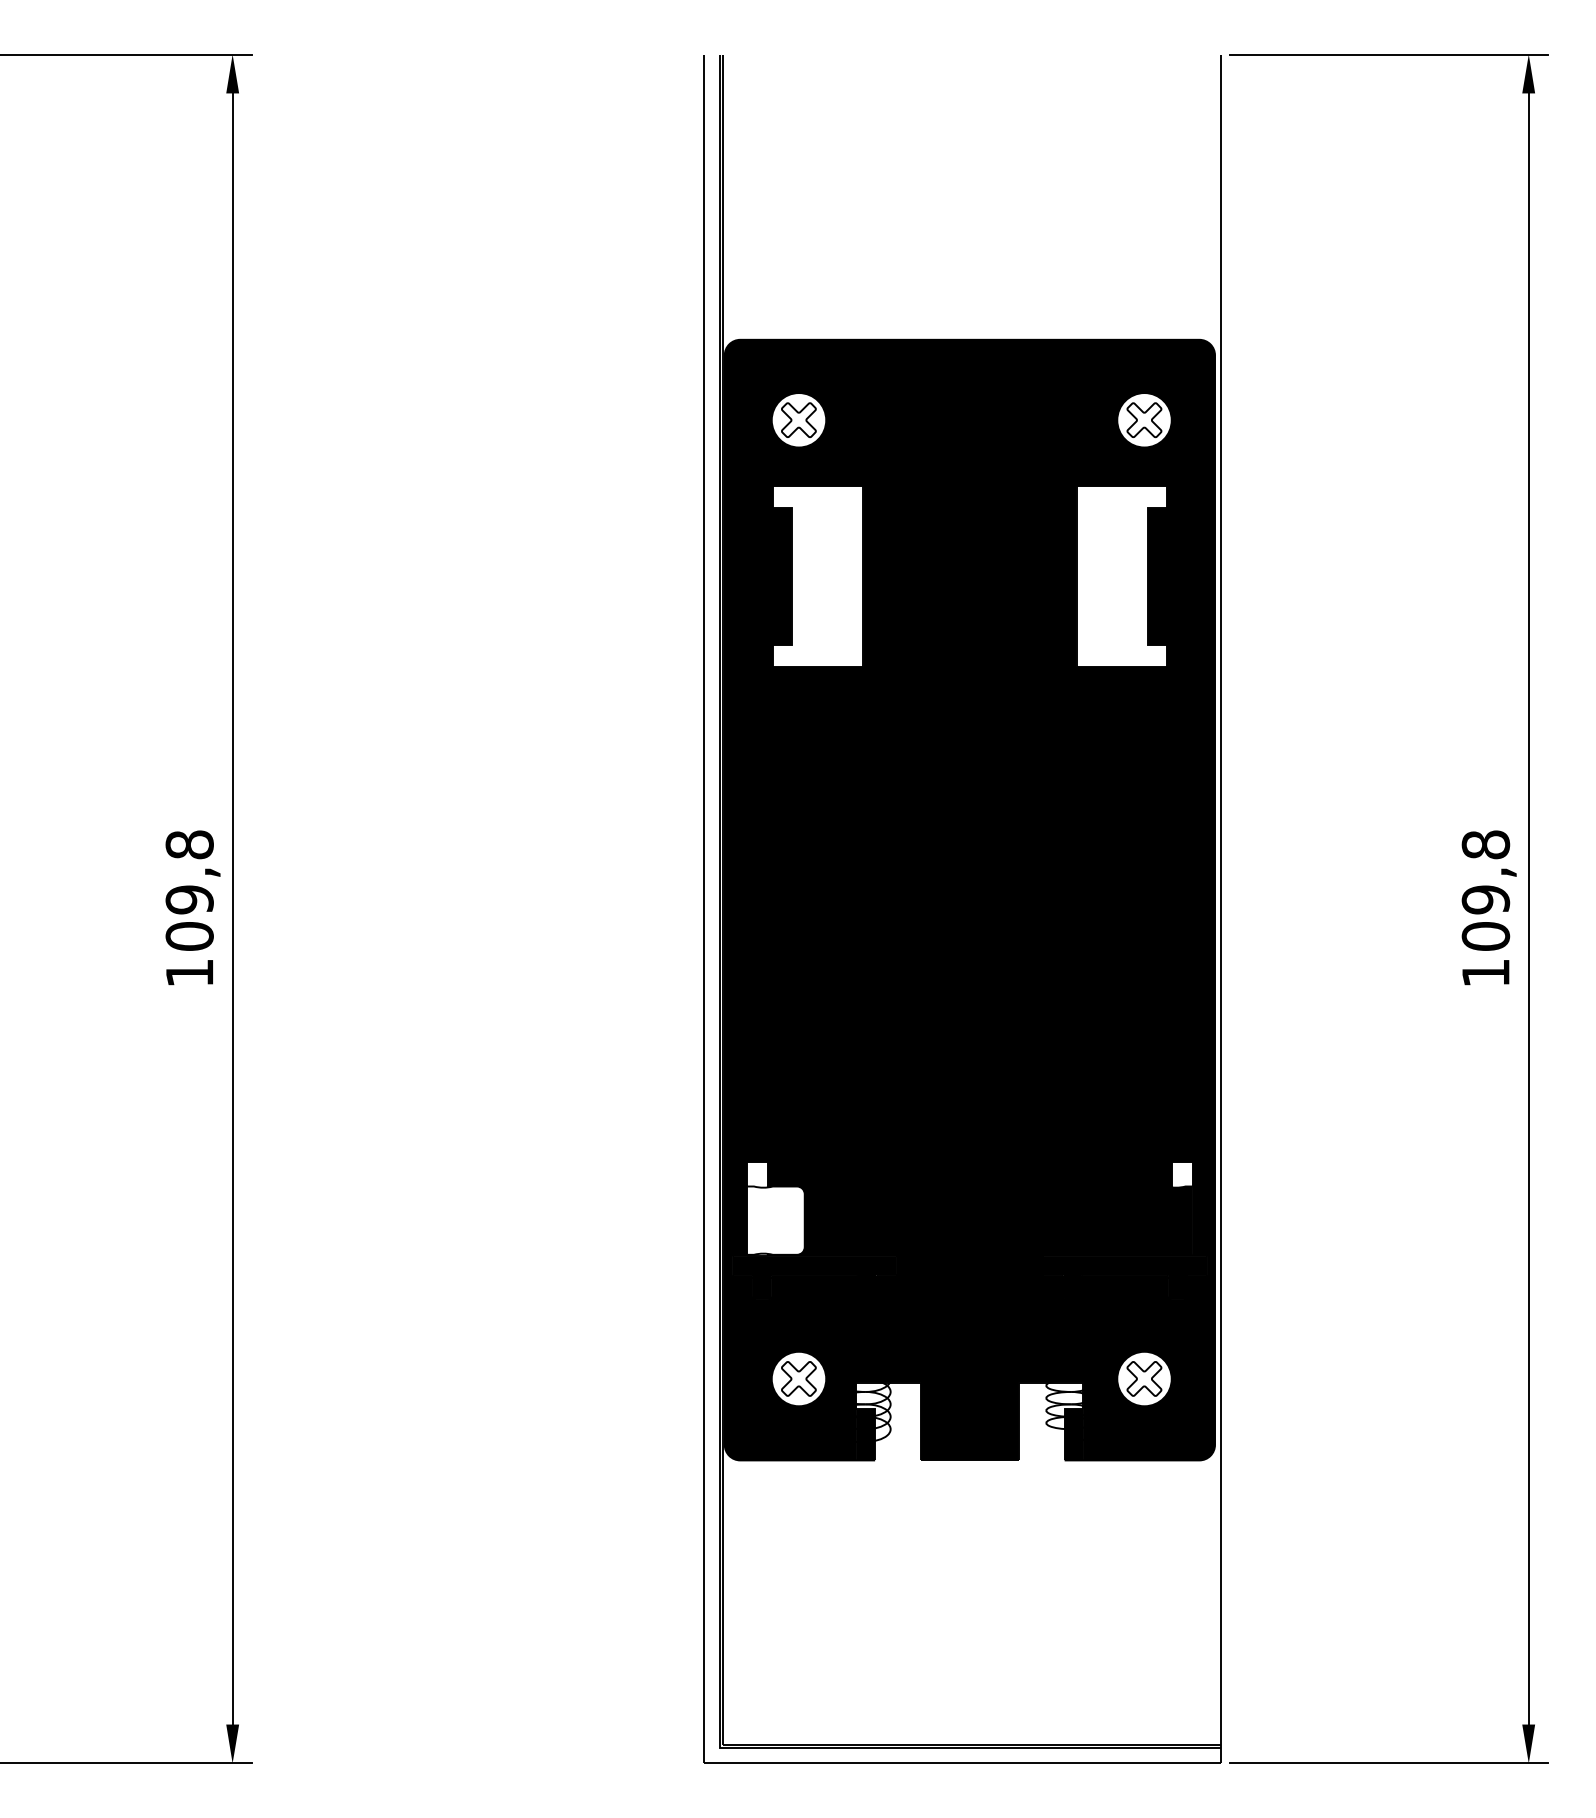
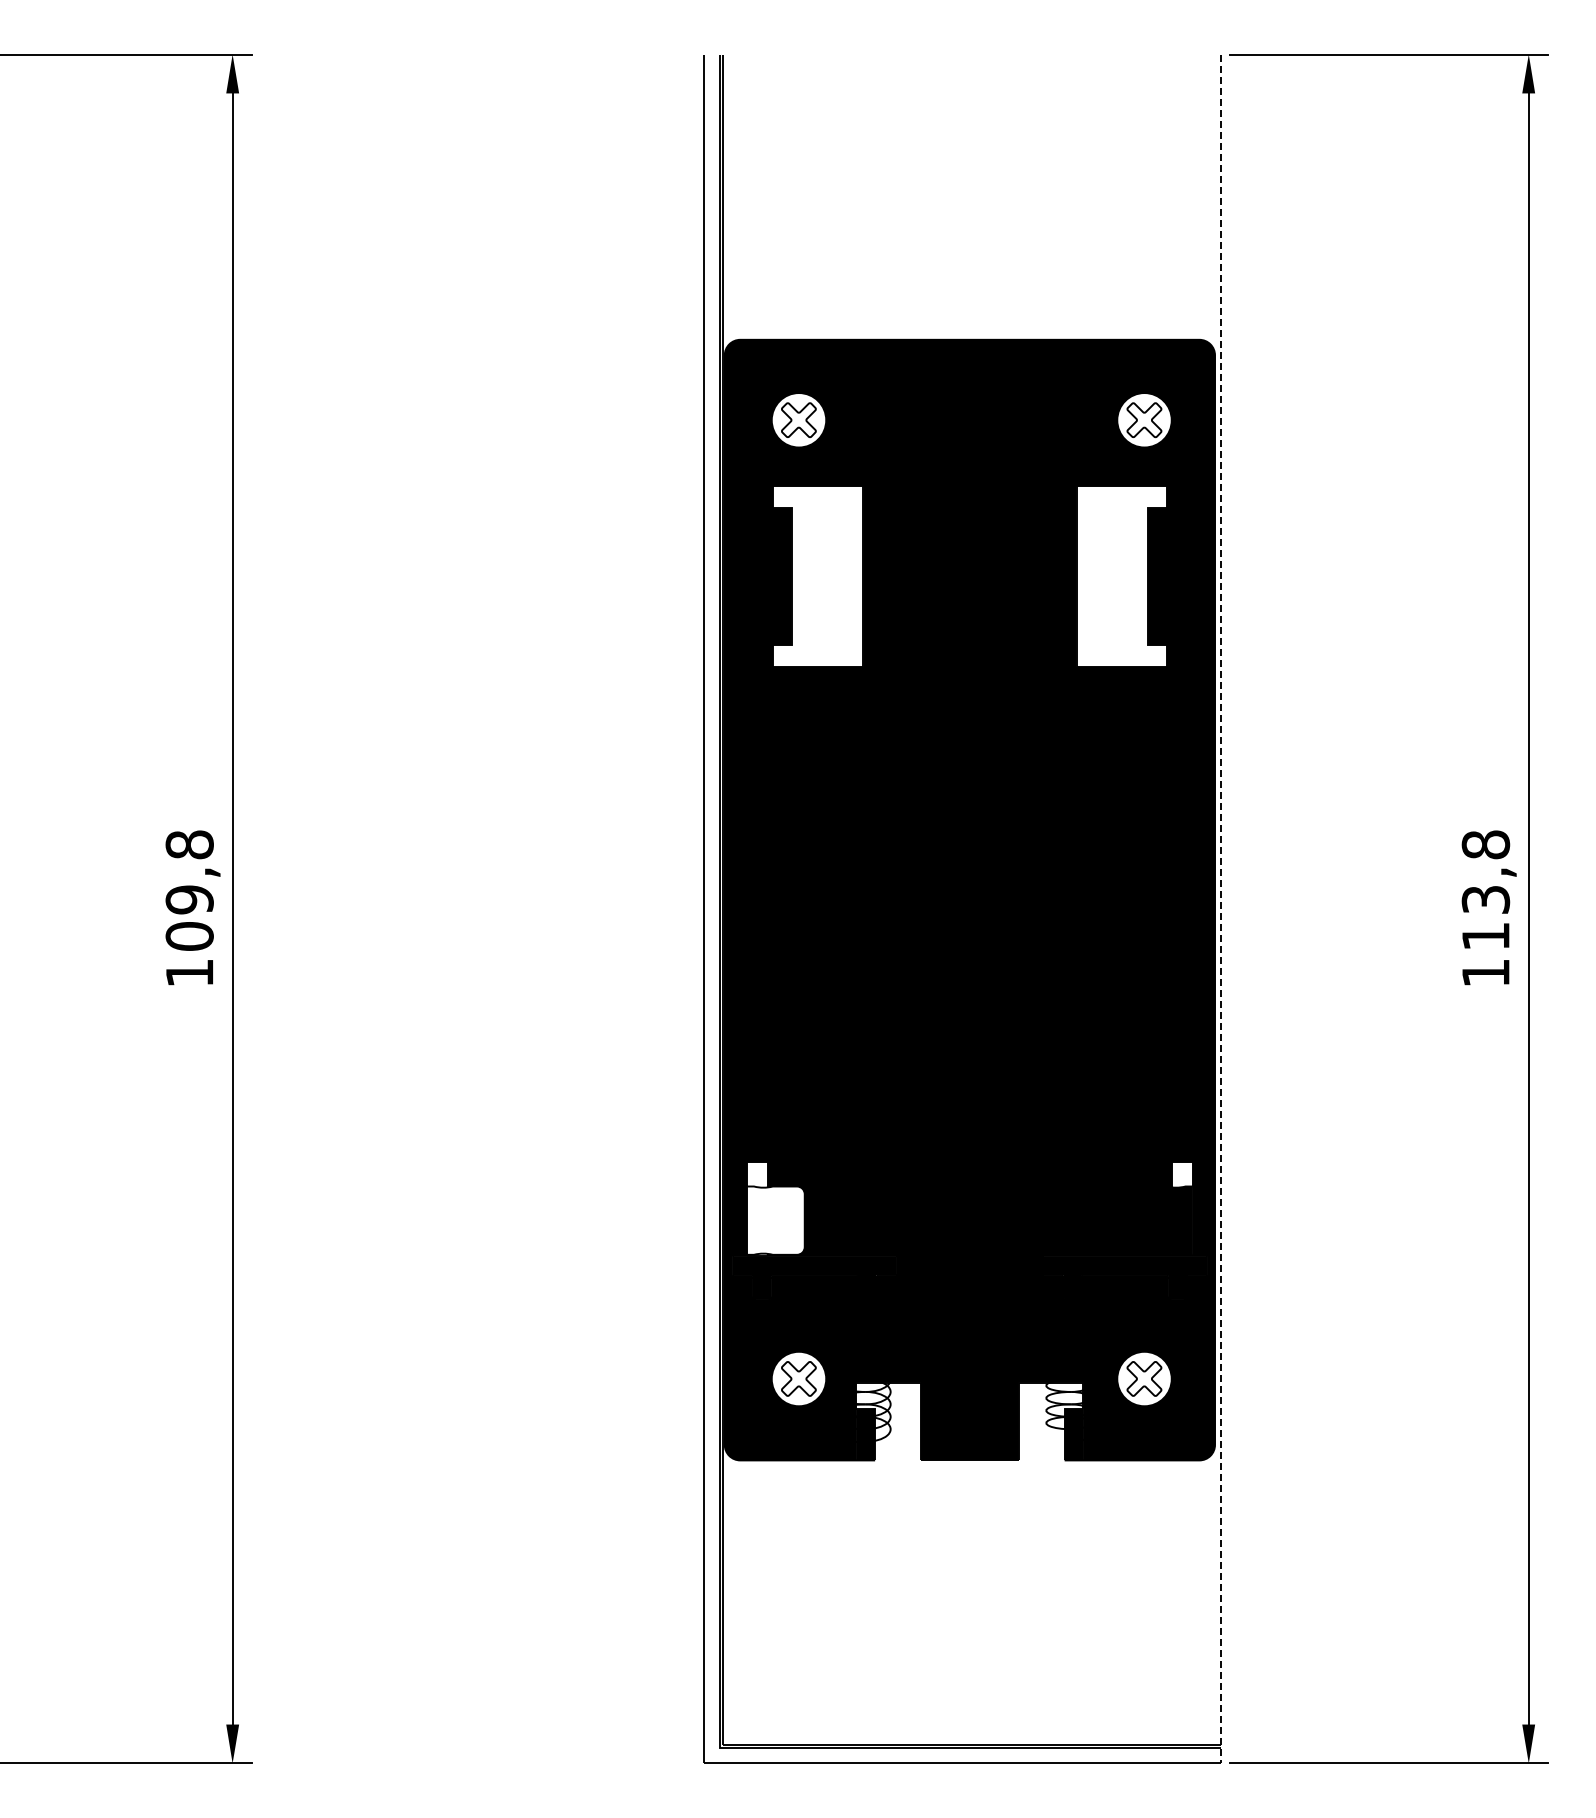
line at (1220, 909): solid -> dashed
text at (1485, 917): 109,8 -> 113,8
